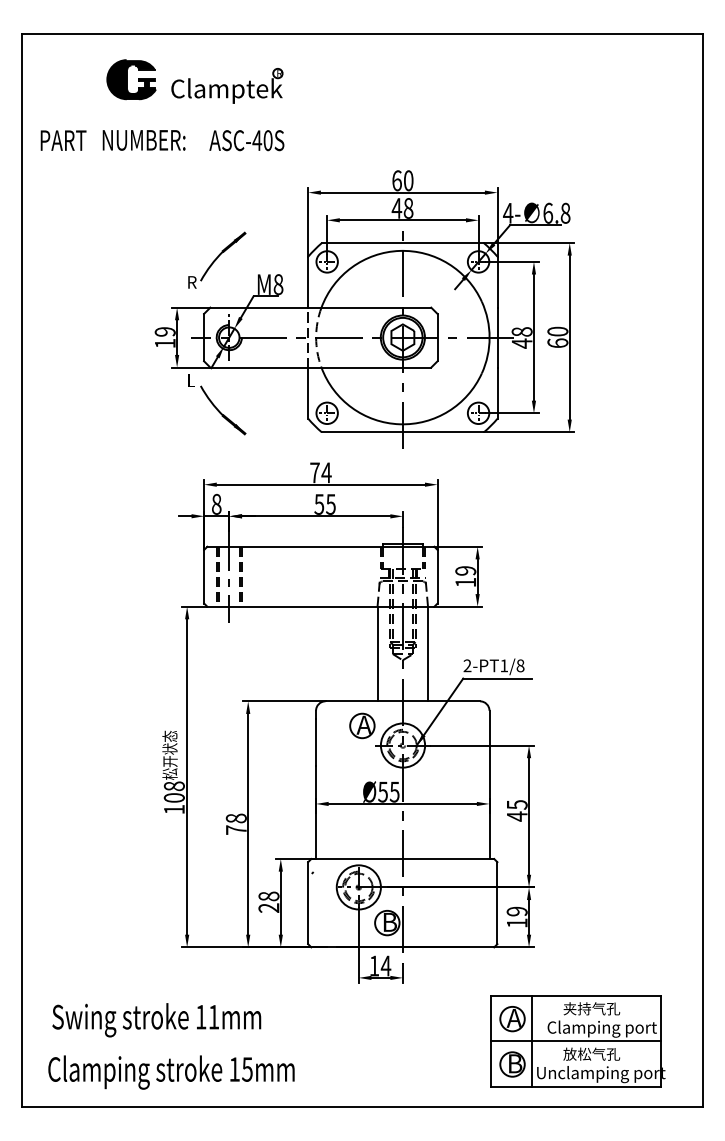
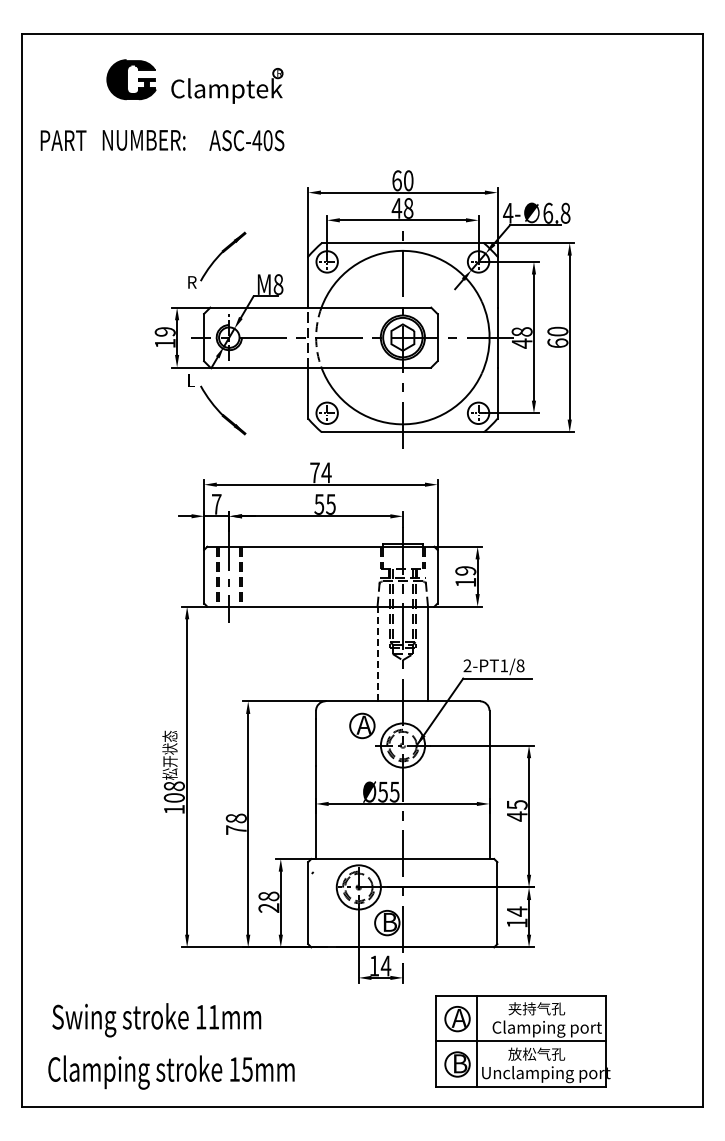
text at (216, 503): 8 -> 7
line at (377, 653): solid -> dashed
text at (516, 911): 19 -> 14
part at (577, 1041) position: (577, 1041) -> (522, 1041)
